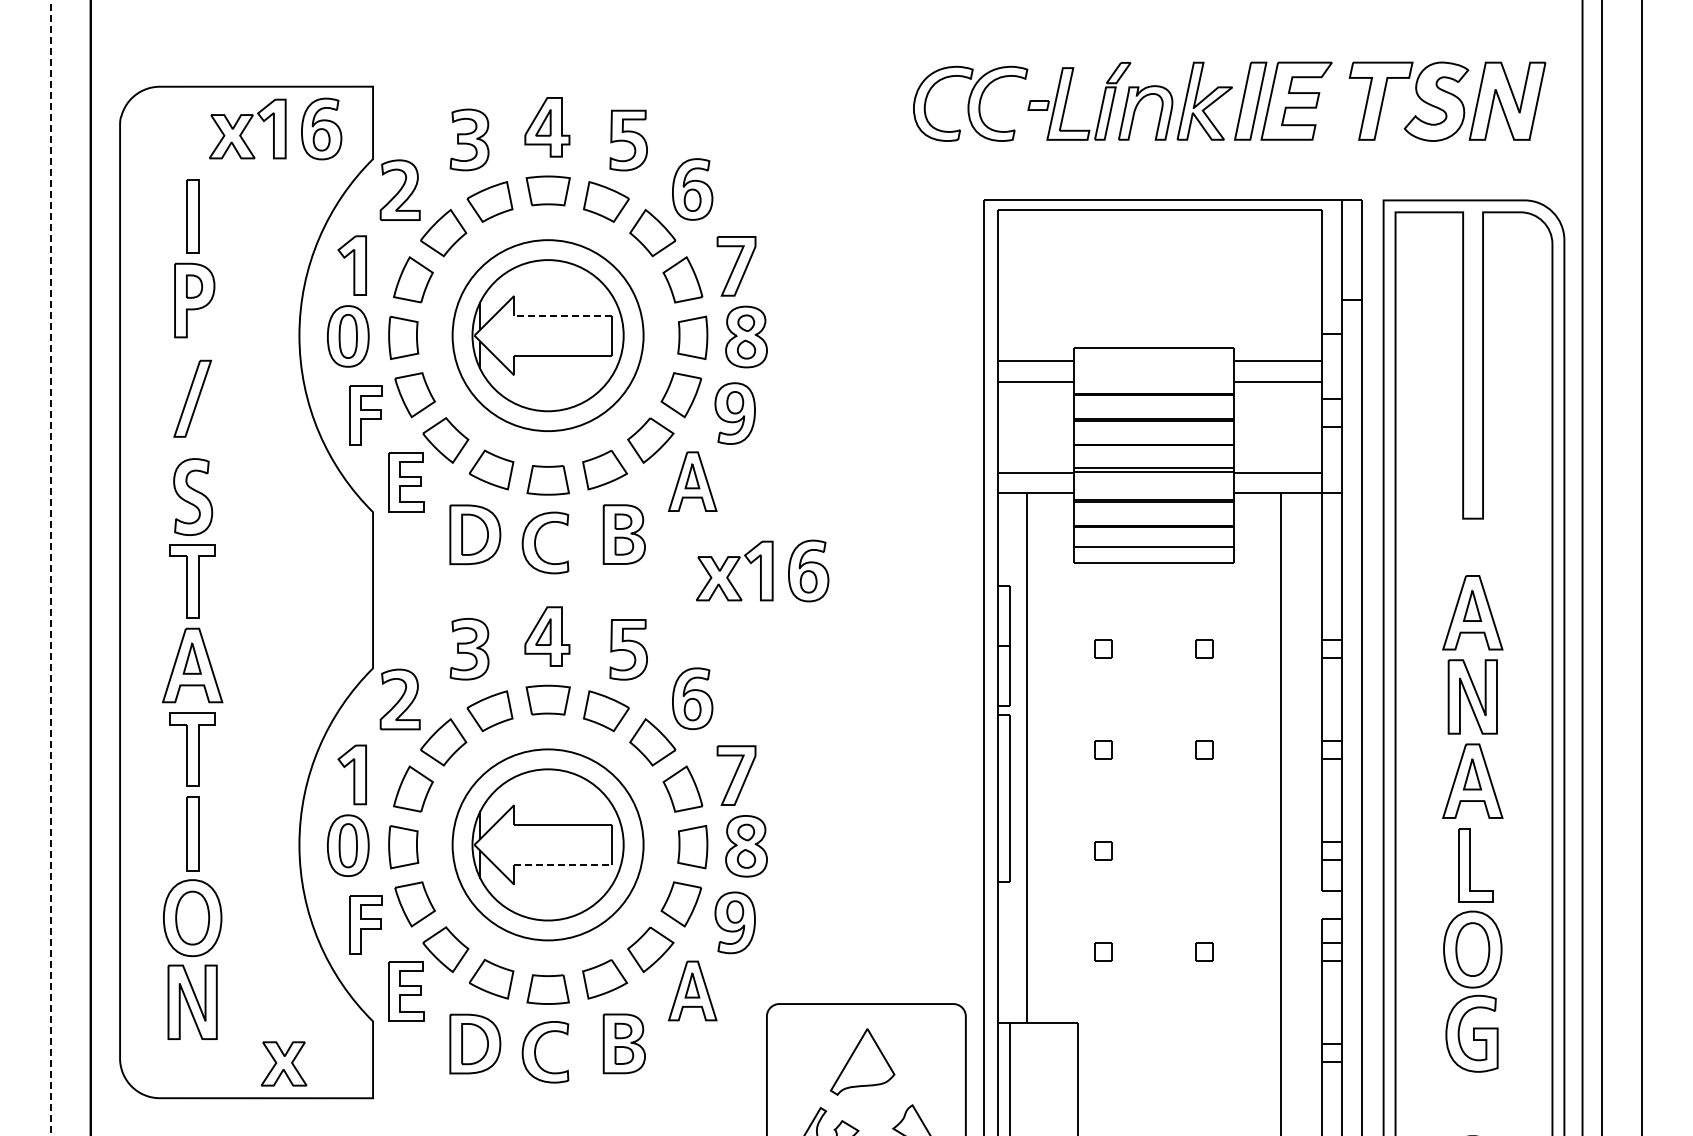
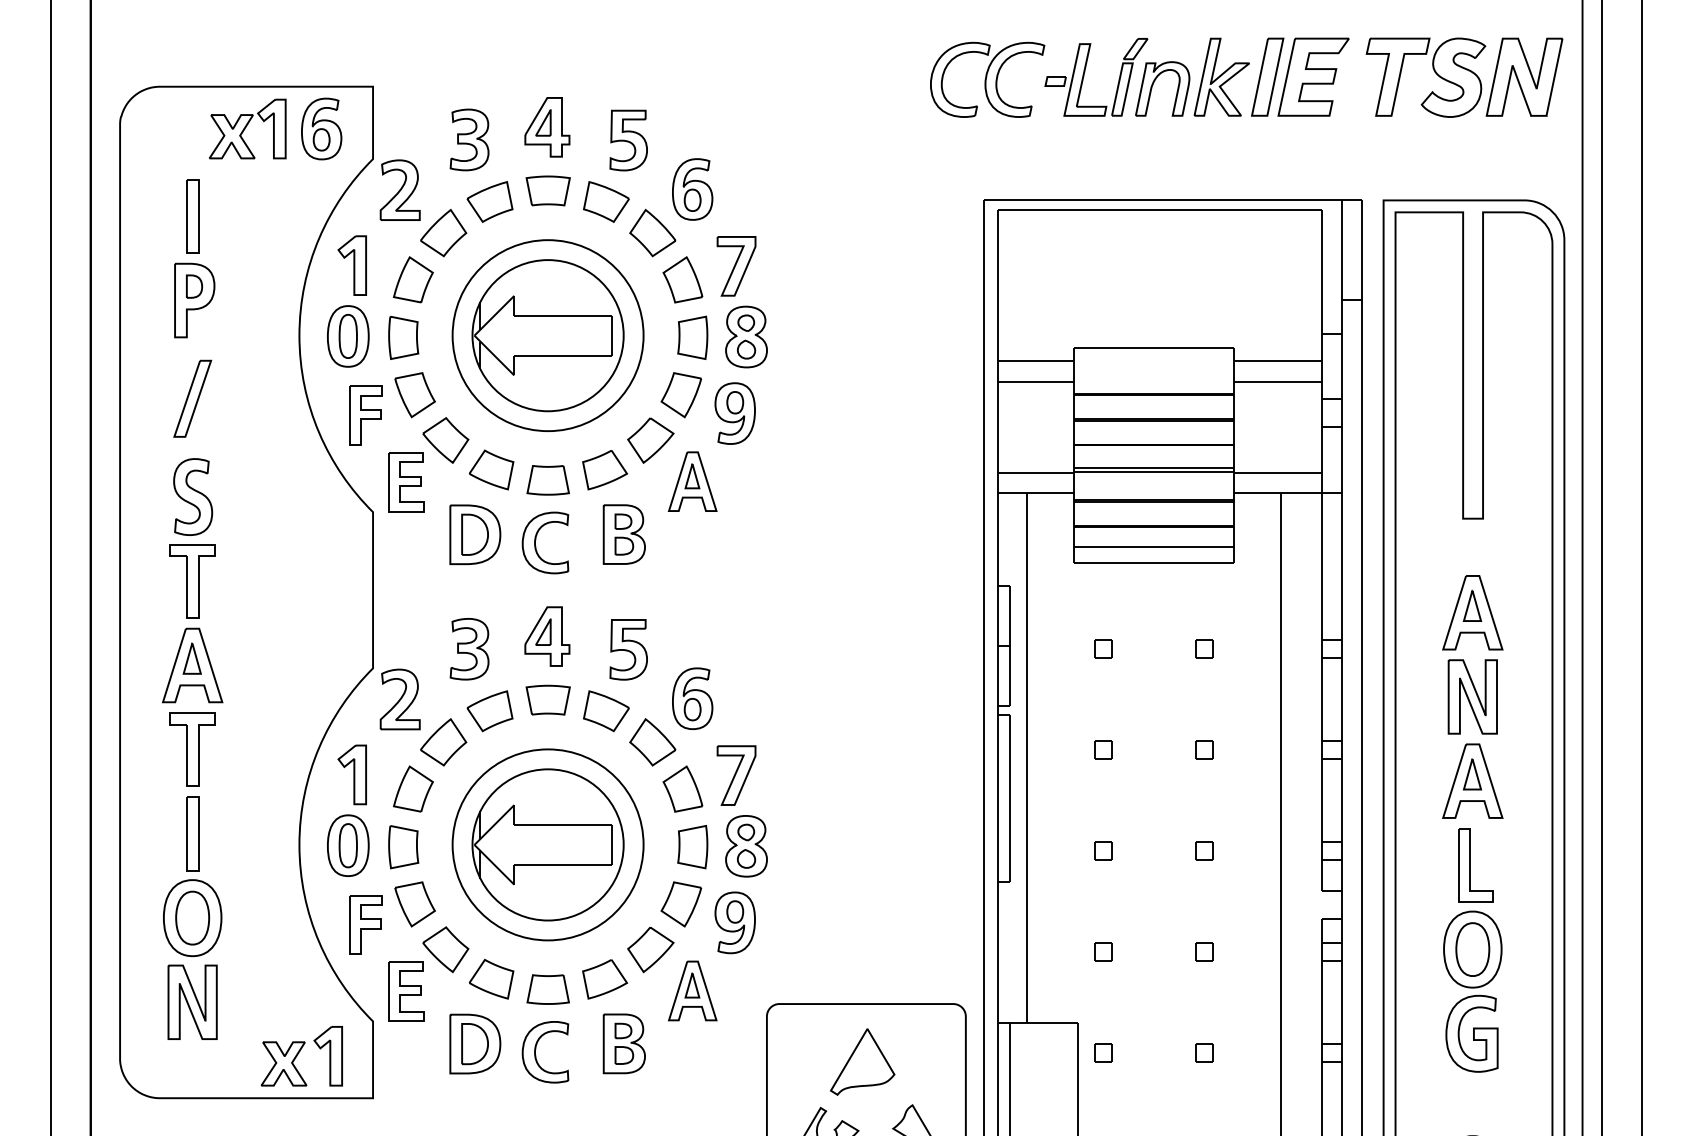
part at (1225, 94) position: (1225, 94) -> (1242, 70)
line at (563, 315): dashed -> solid
line at (50, 567): dashed -> solid
part at (762, 570): present -> none
part at (1204, 850): none -> present
line at (563, 864): dashed -> solid
part at (1103, 1052): none -> present
part at (1204, 1052): none -> present
part at (327, 1056): none -> present
